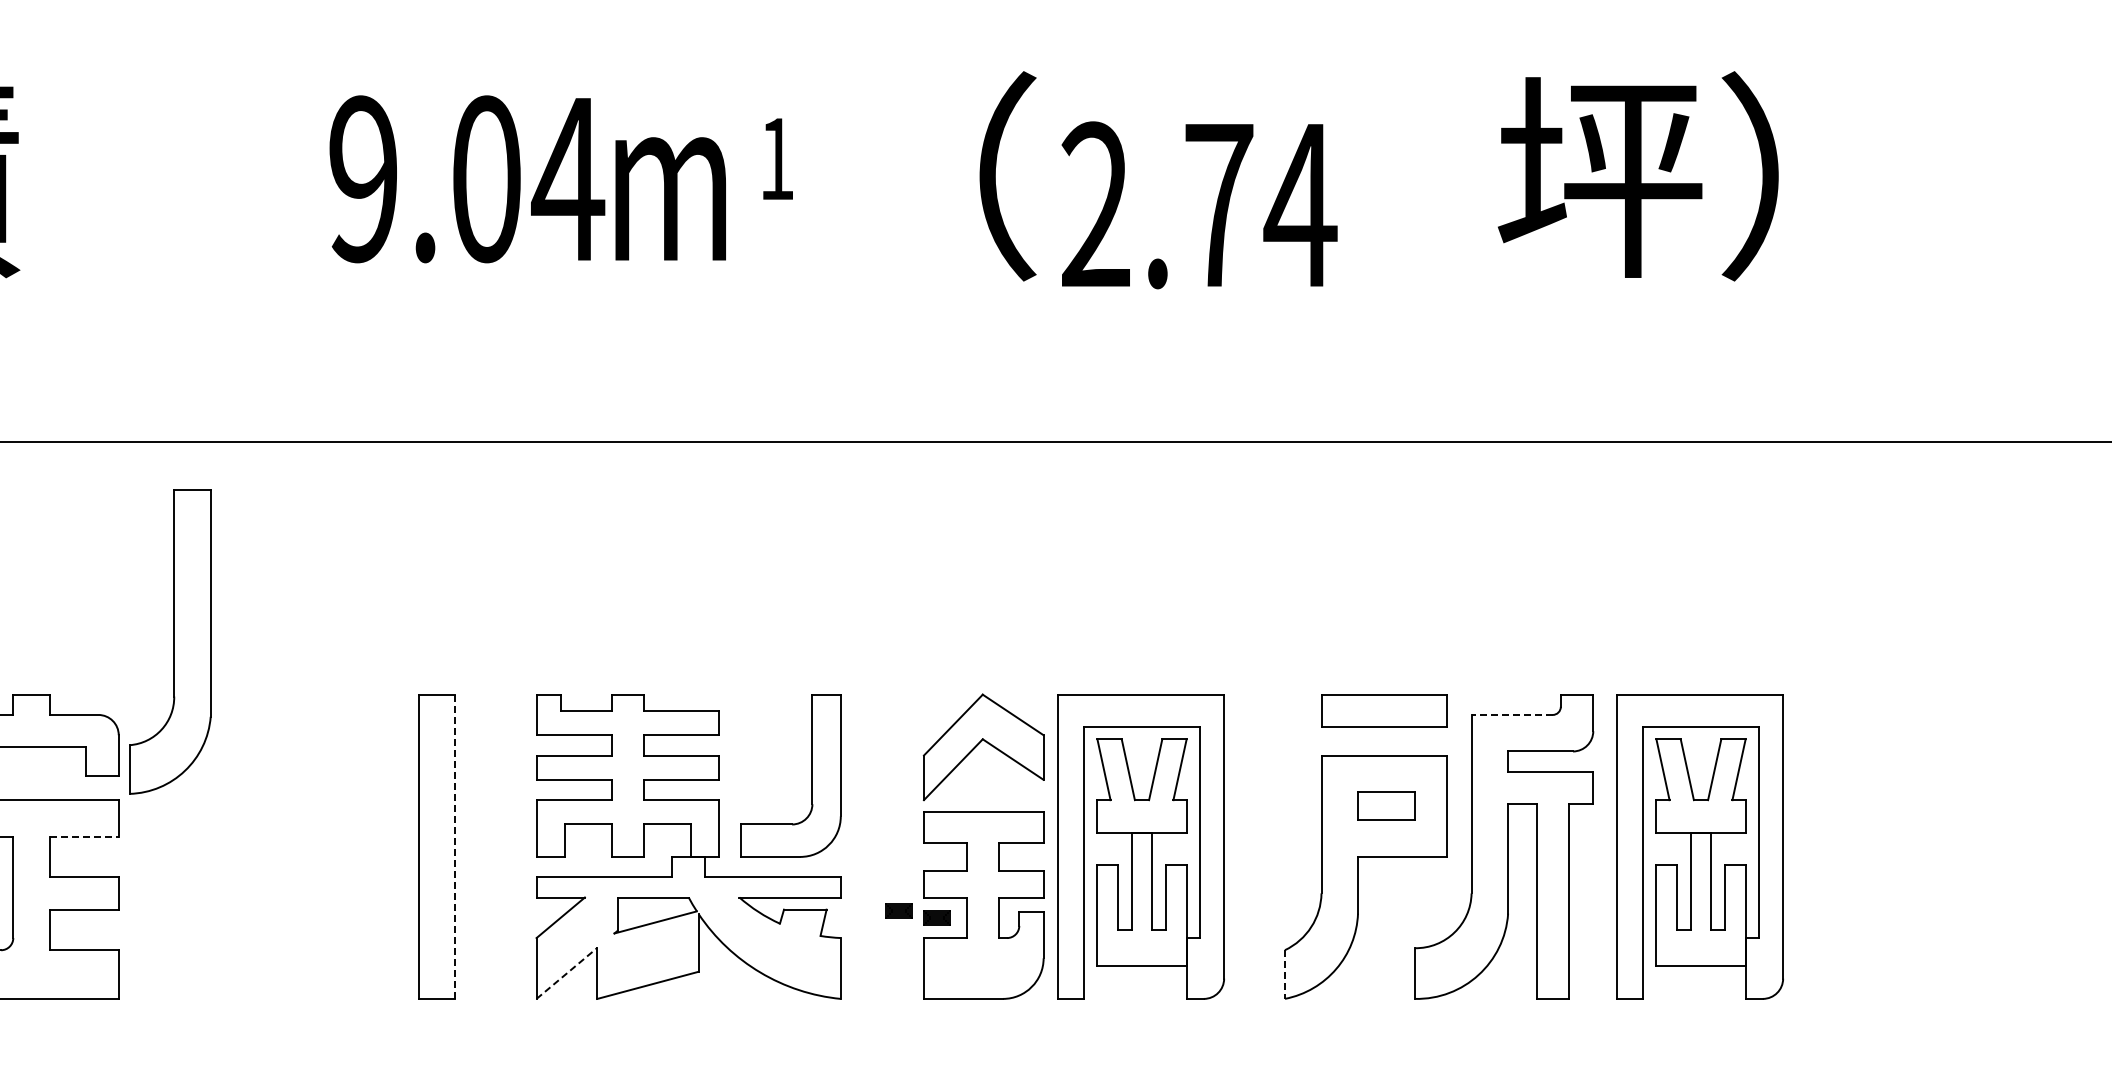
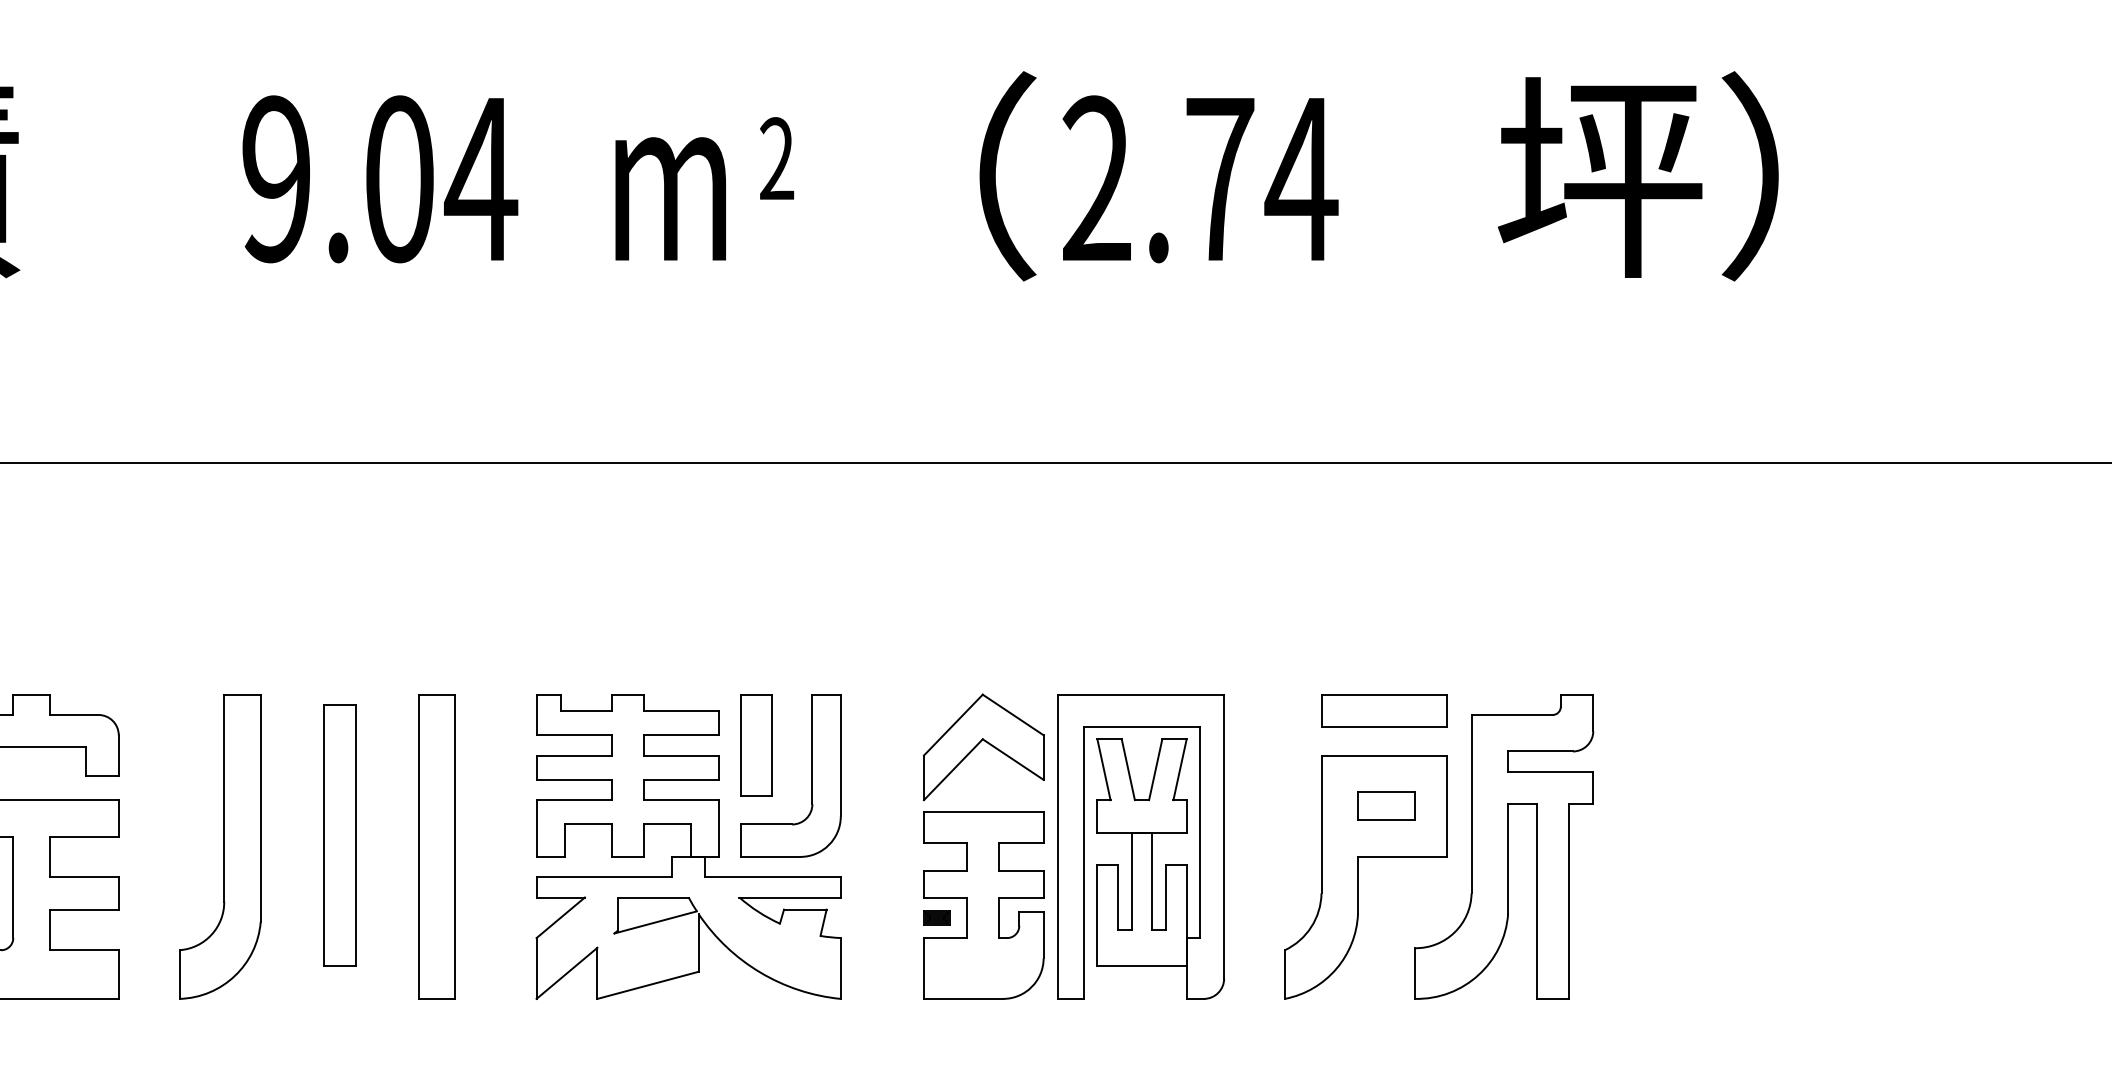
text at (777, 158): 1 -> 2
text at (467, 179) position: (467, 179) -> (380, 179)
text at (1199, 205) position: (1199, 205) -> (1200, 179)
line at (1055, 442) position: (1055, 442) -> (1055, 463)
part at (170, 641) position: (170, 641) -> (220, 846)
line at (1512, 714): dashed -> solid
part at (756, 745): none -> present
part at (339, 835): none -> present
line at (84, 836): dashed -> solid
line at (455, 846): dashed -> solid
part at (1699, 846): present -> none
part at (898, 910): present -> none
line at (567, 973): dashed -> solid
line at (1284, 975): dashed -> solid
